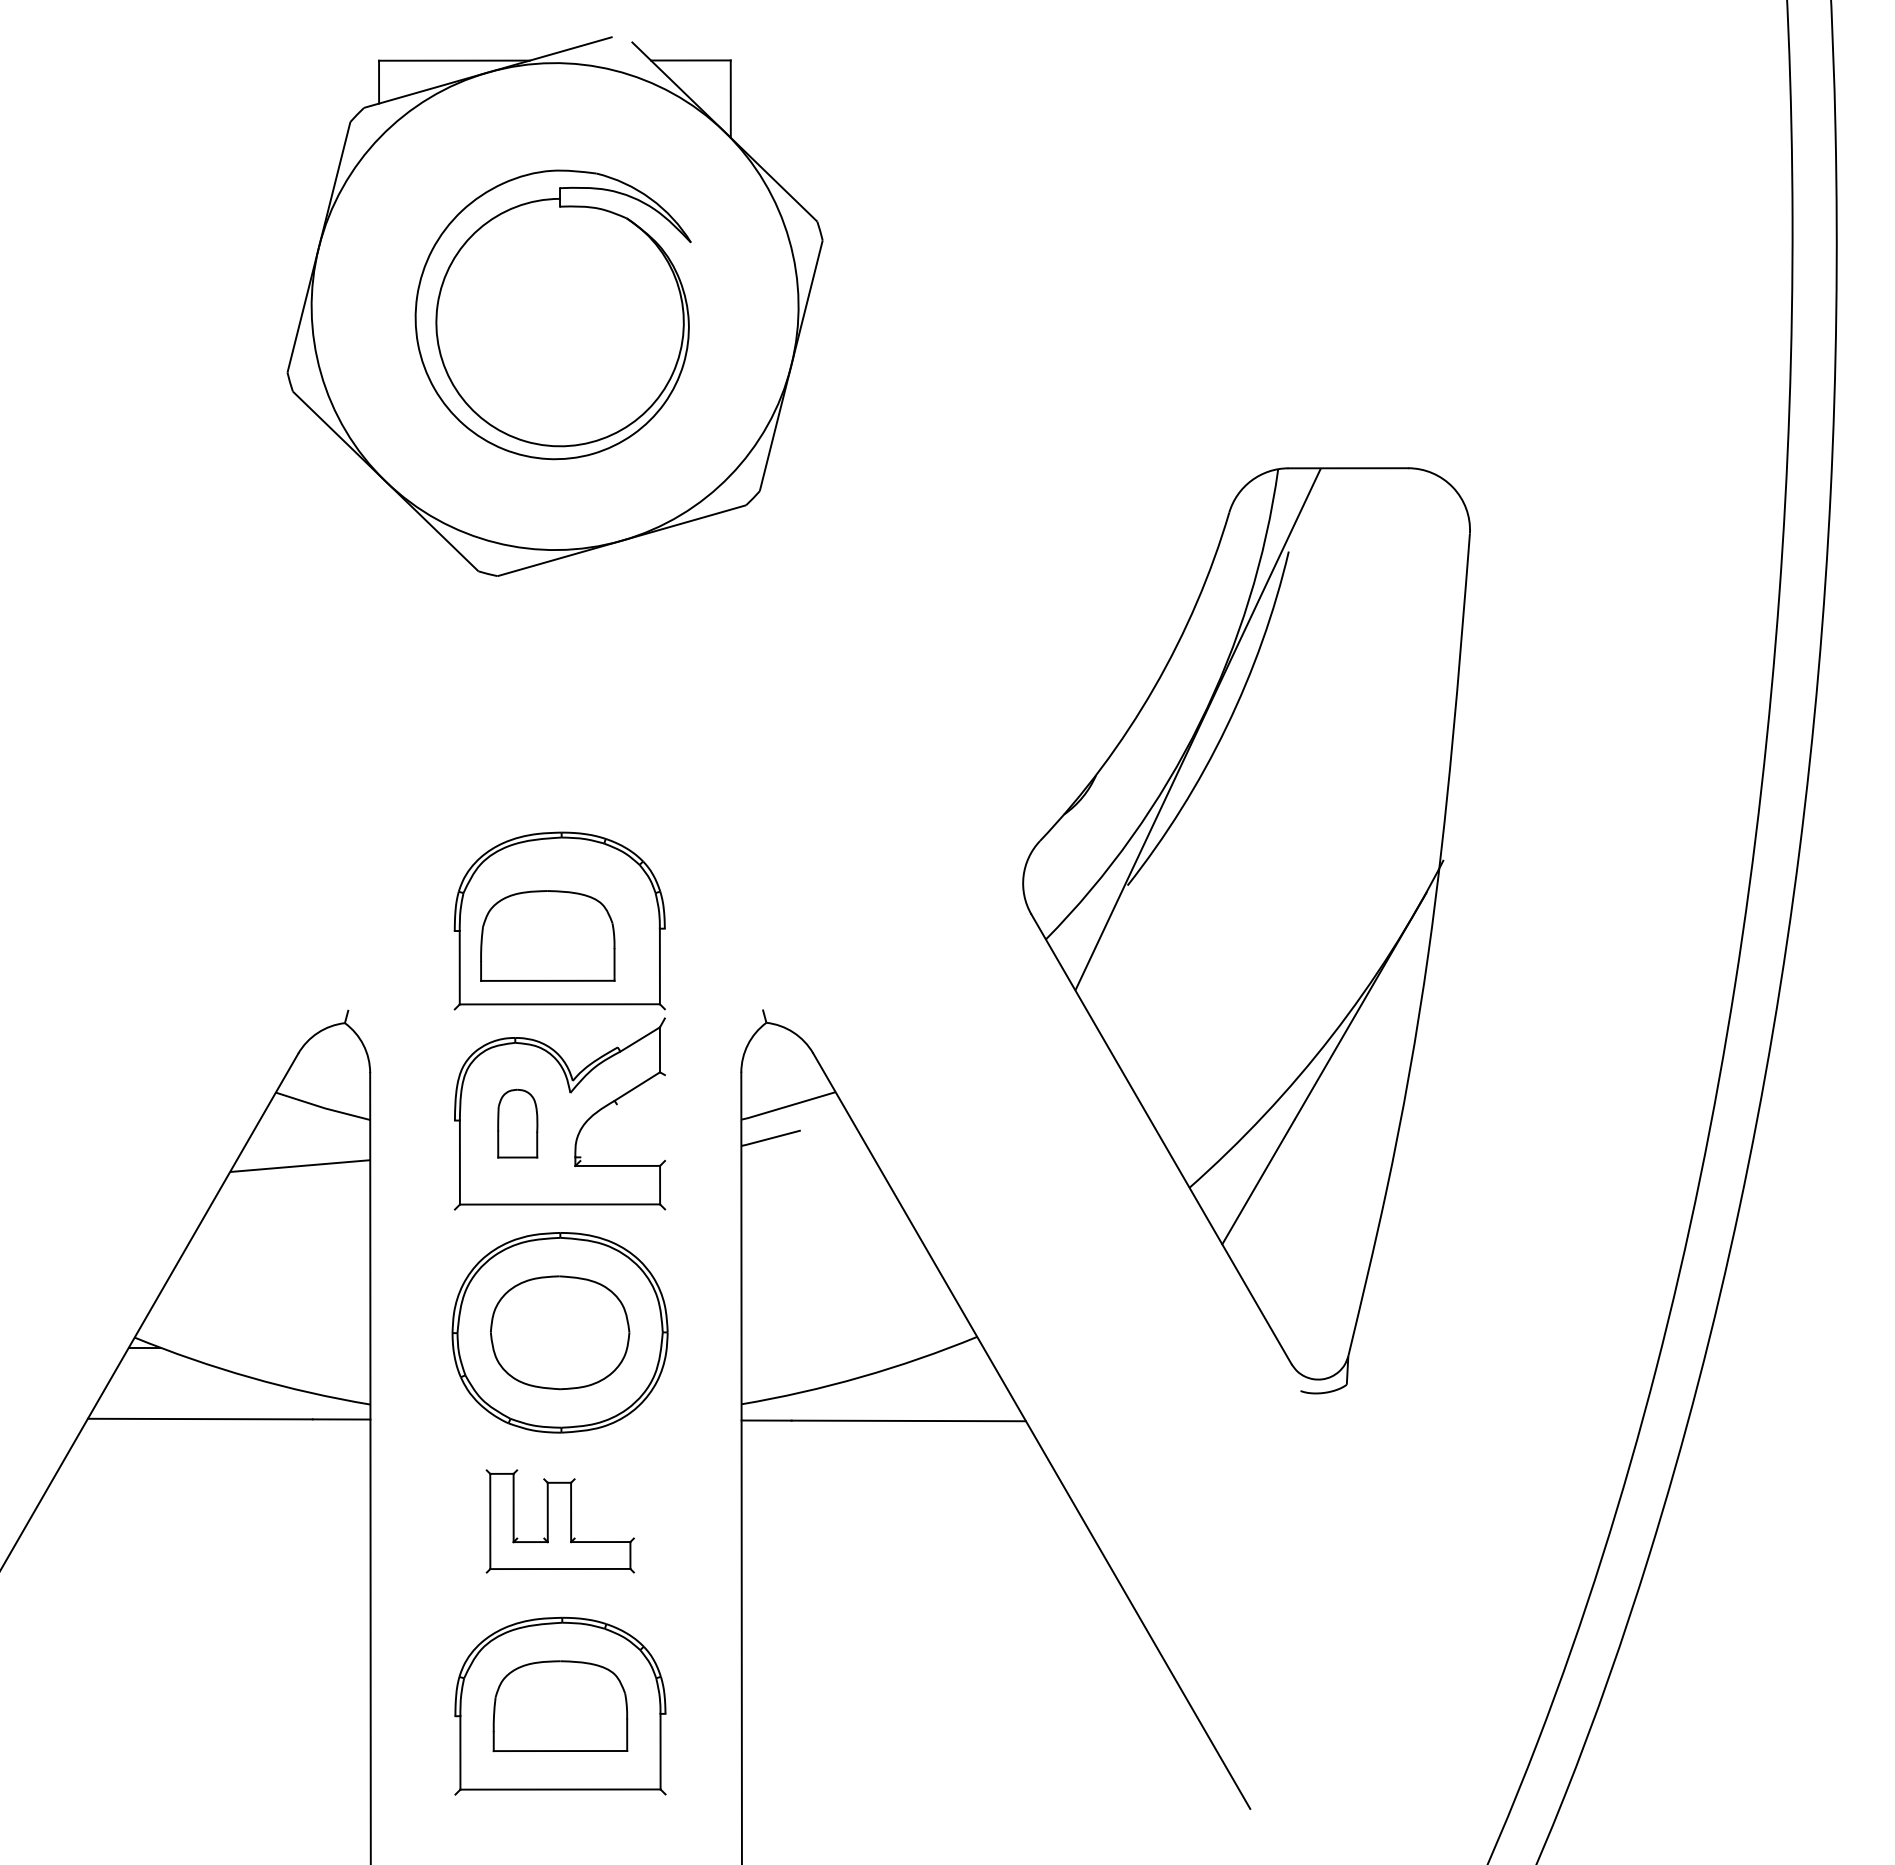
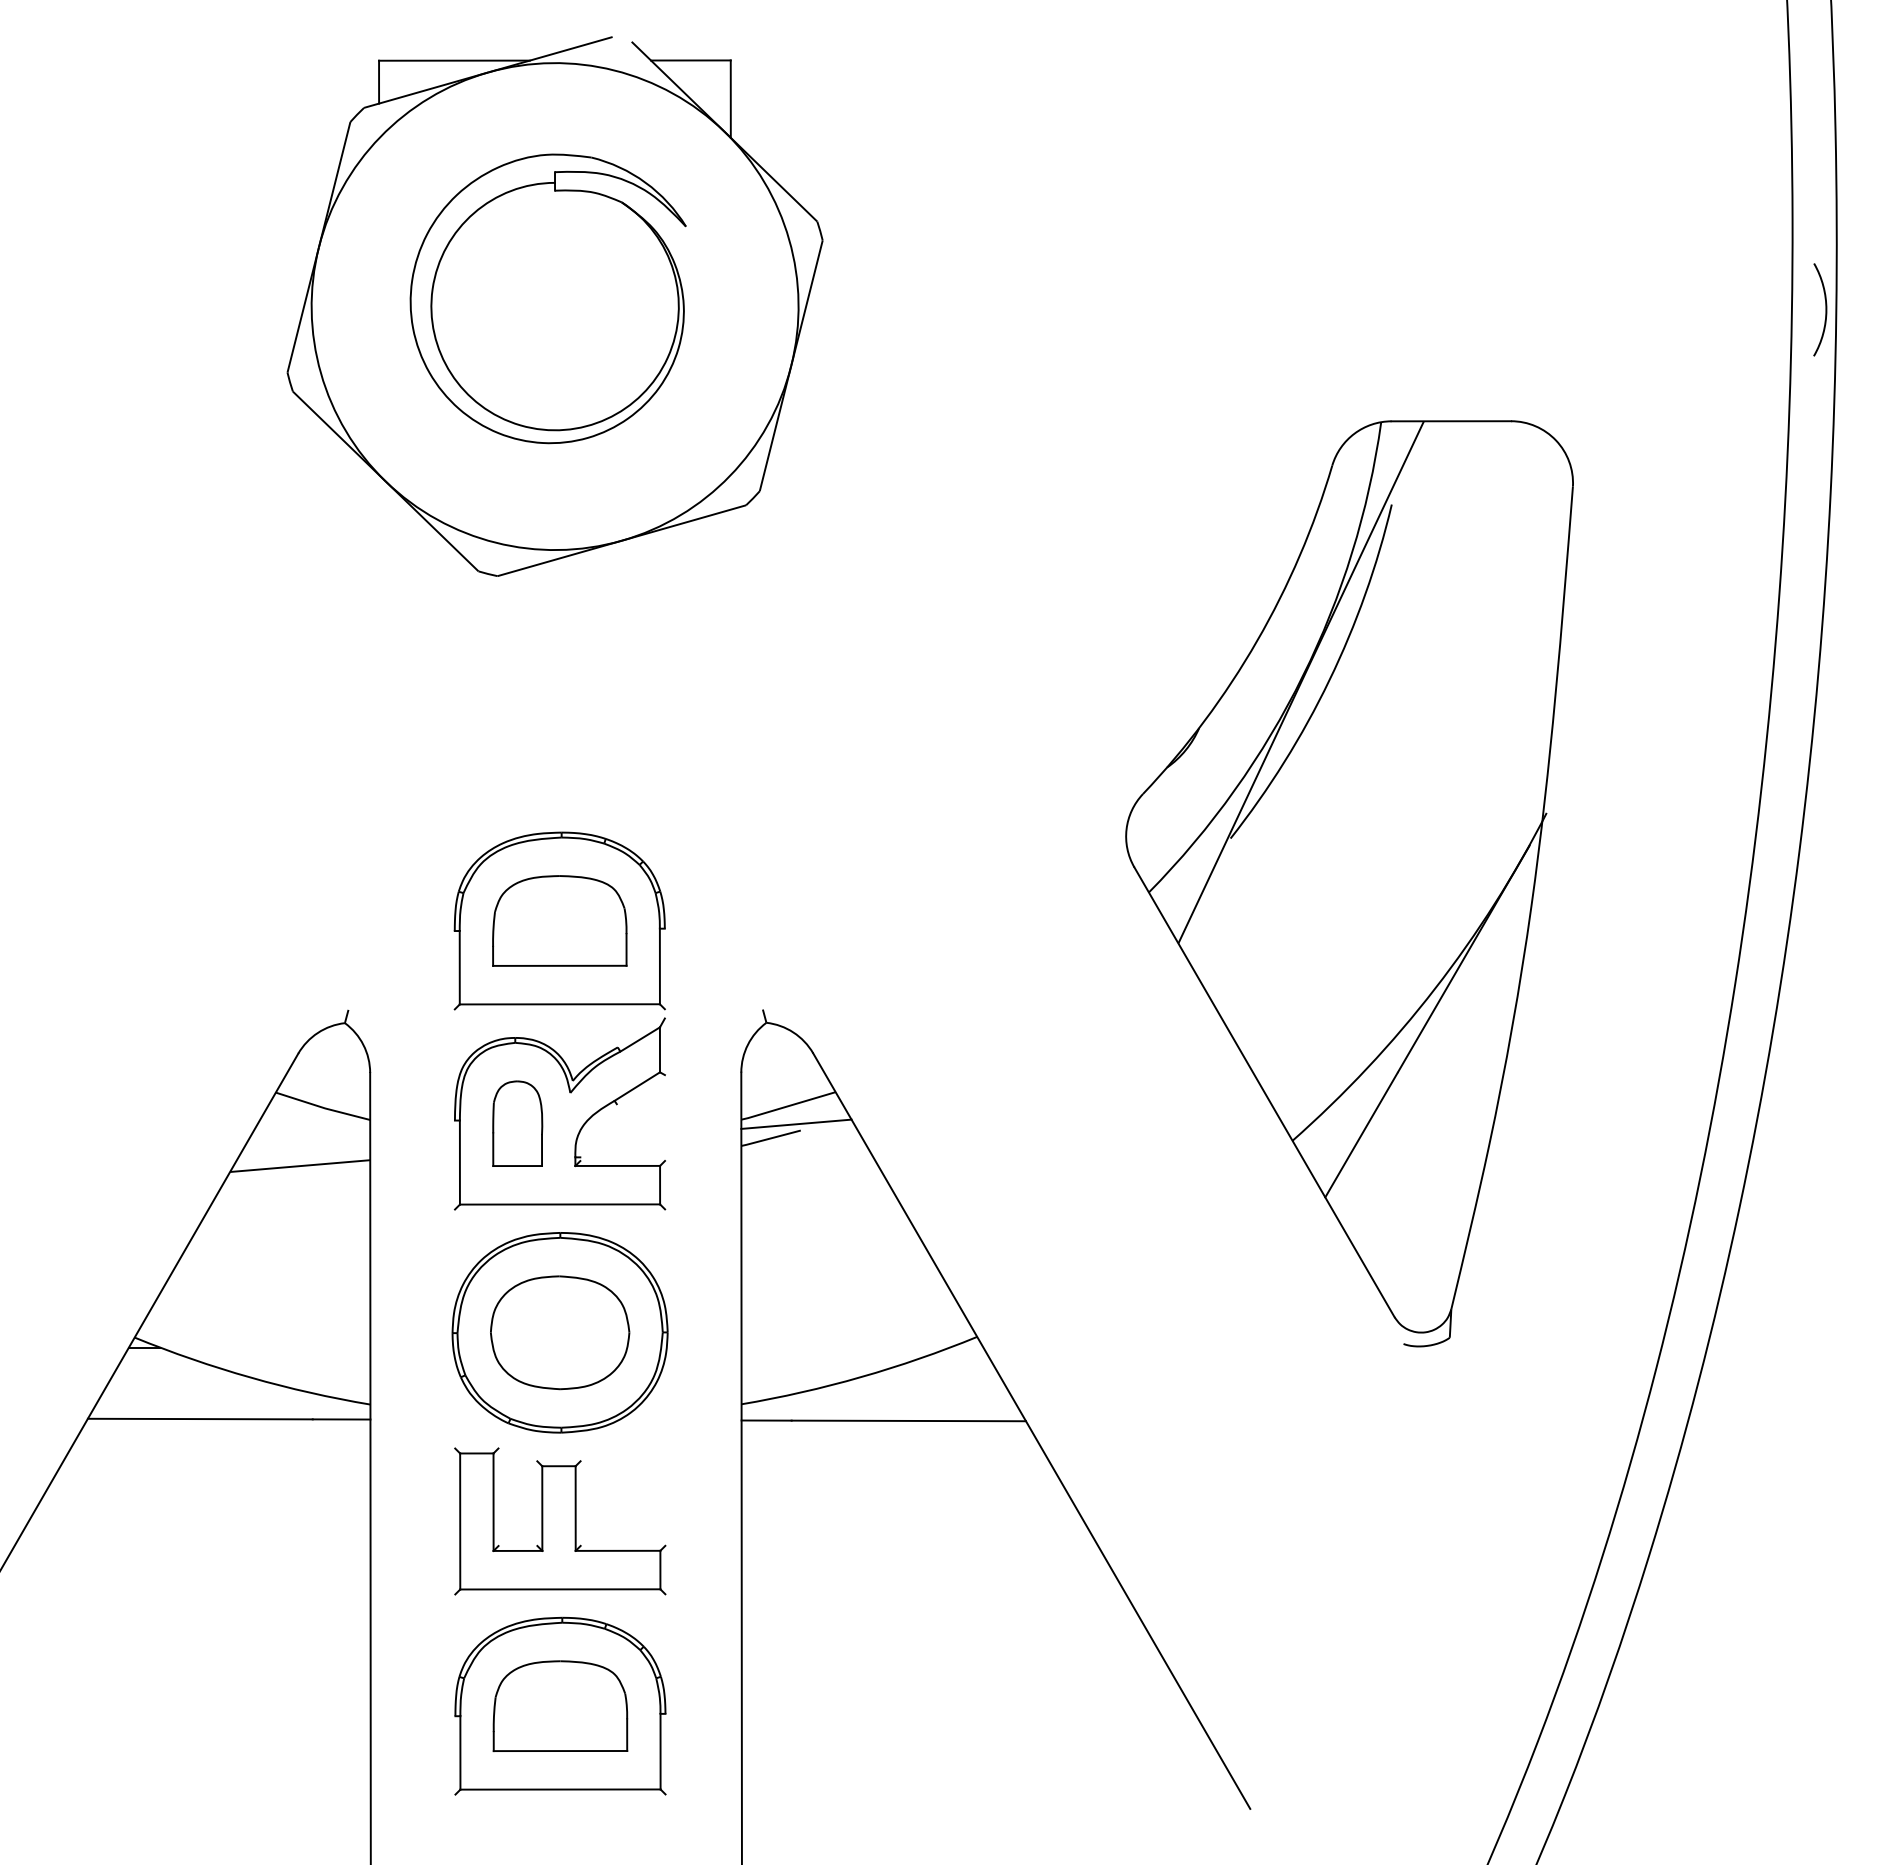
arc at (1825, 309): none -> present
part at (552, 314) position: (552, 314) -> (547, 298)
part at (1246, 930) position: (1246, 930) -> (1349, 883)
part at (547, 935) position: (547, 935) -> (559, 920)
part at (517, 1123) size: 42x71 px -> 52x87 px
line at (796, 1123): none -> present
part at (559, 1521) size: 150x105 px -> 213x149 px
